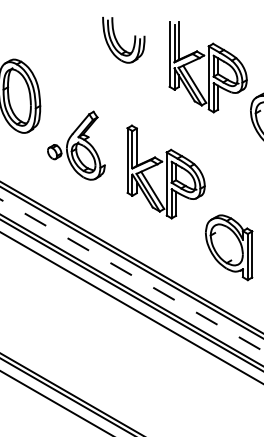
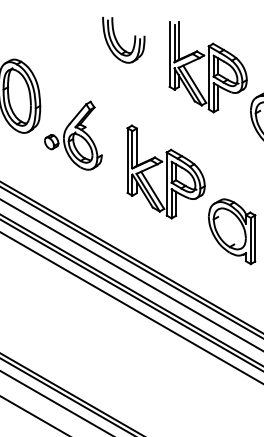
part at (76, 145) position: (76, 145) -> (73, 135)
part at (229, 247) position: (229, 247) -> (232, 231)
line at (131, 275): dashed -> solid
line at (33, 415): none -> present
